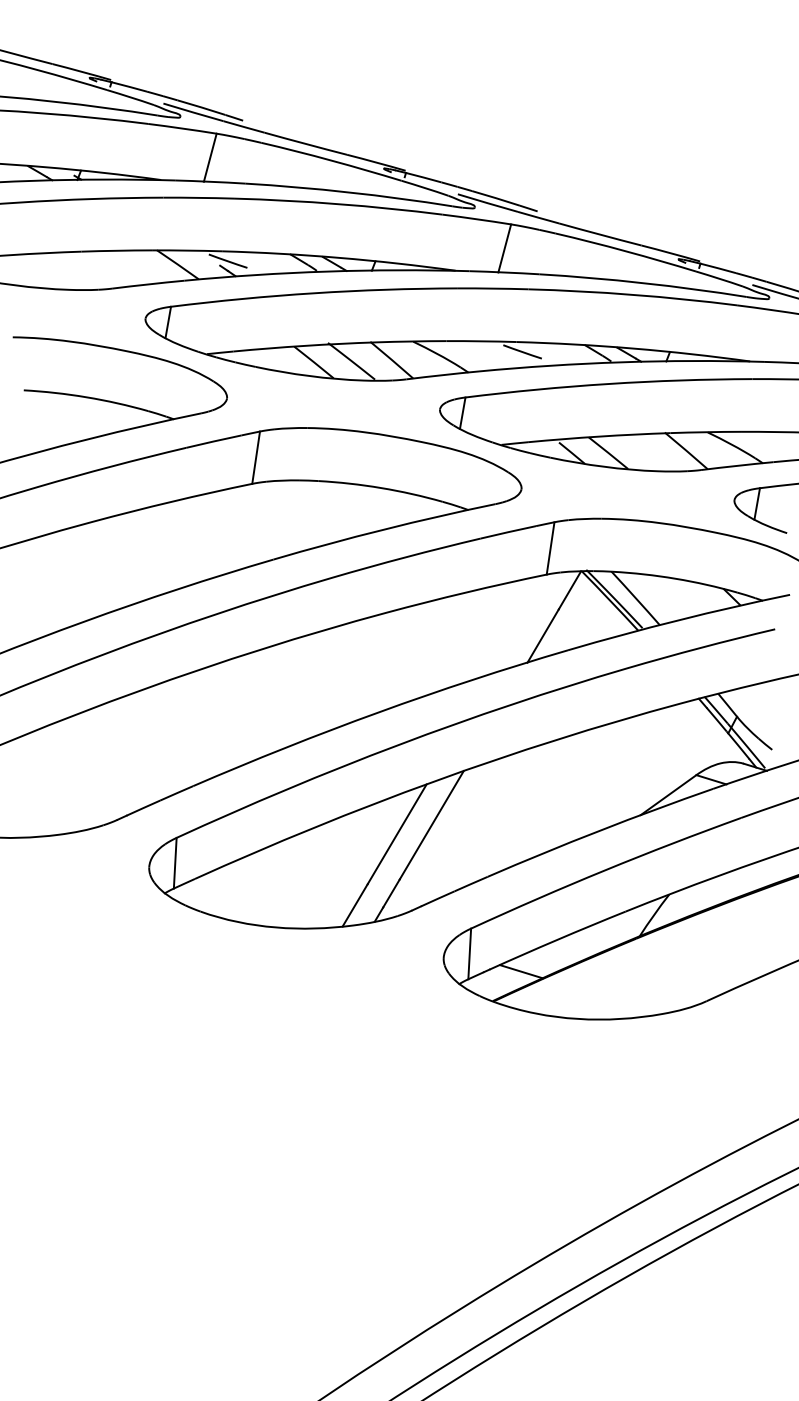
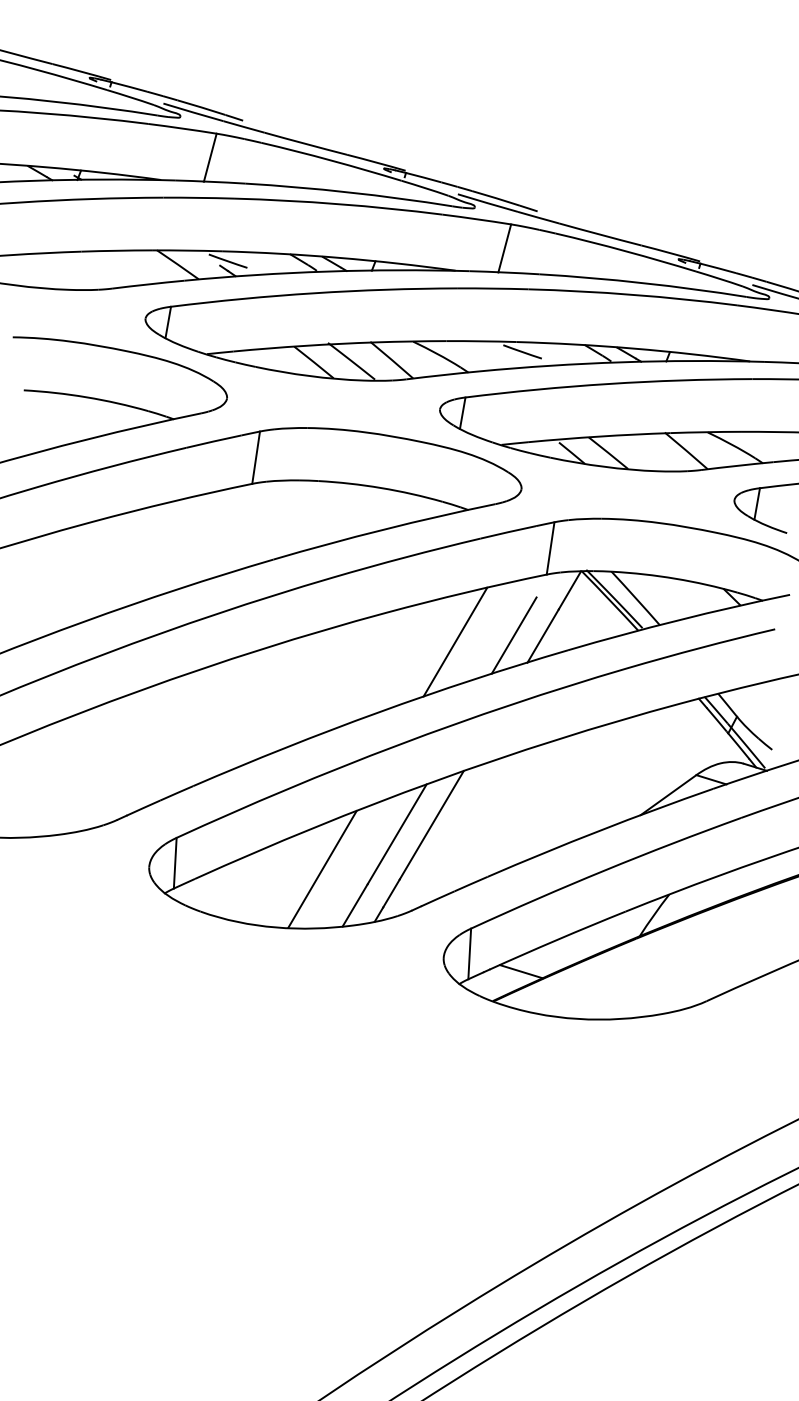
line at (513, 635): none -> present
line at (455, 641): none -> present
line at (322, 869): none -> present
